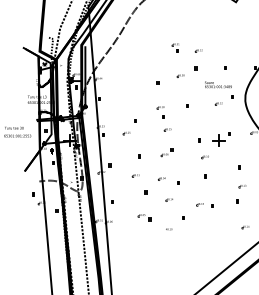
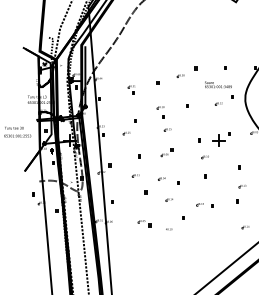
part at (174, 47) position: (174, 47) -> (130, 89)
part at (198, 50): present -> none
part at (144, 217) position: (144, 217) -> (144, 223)
